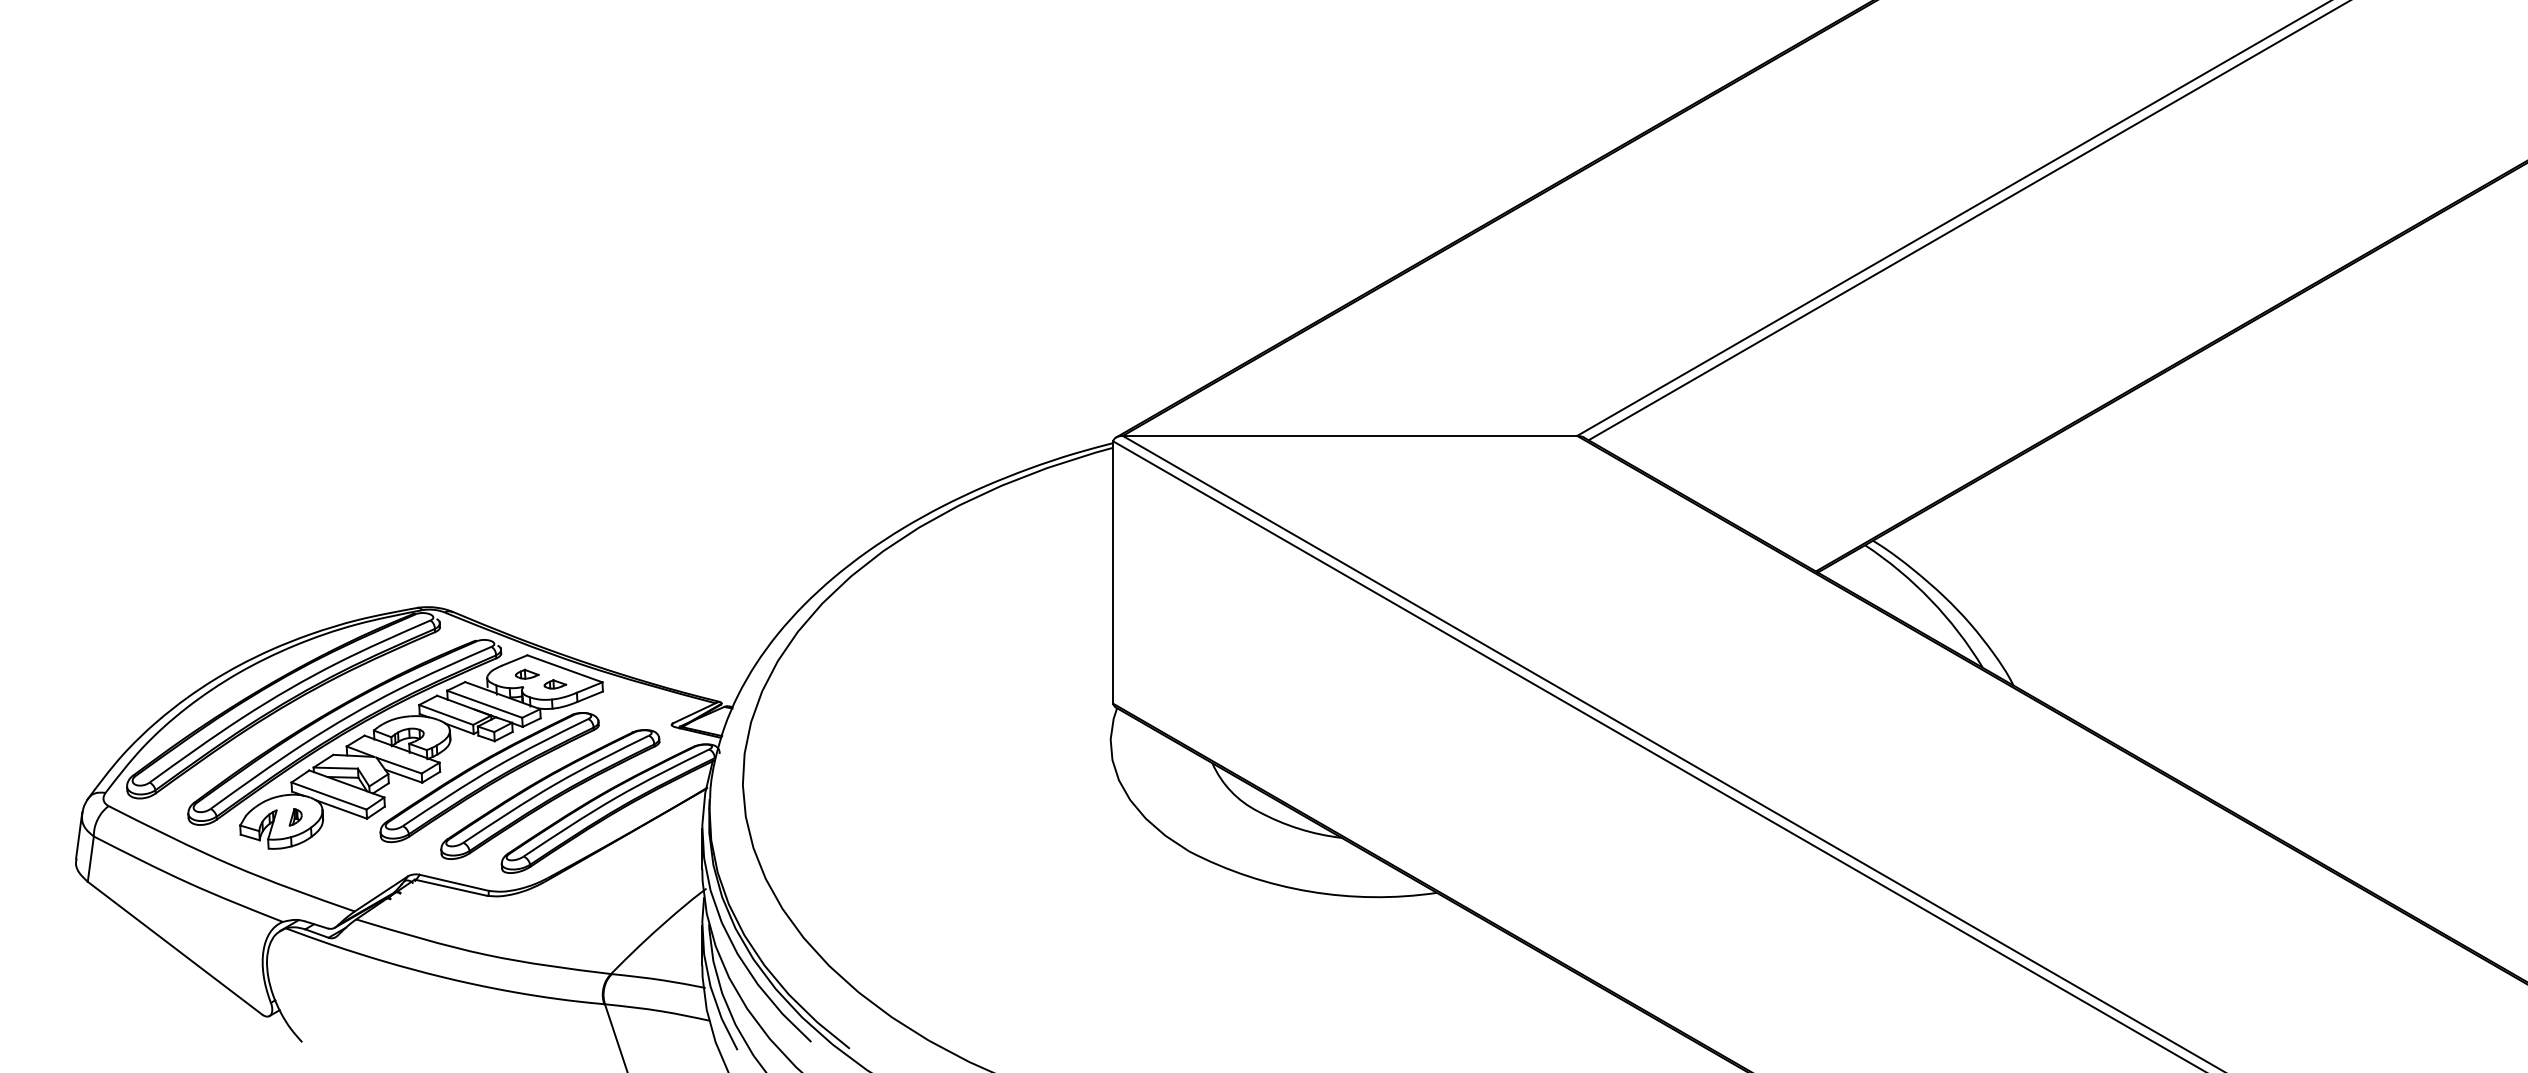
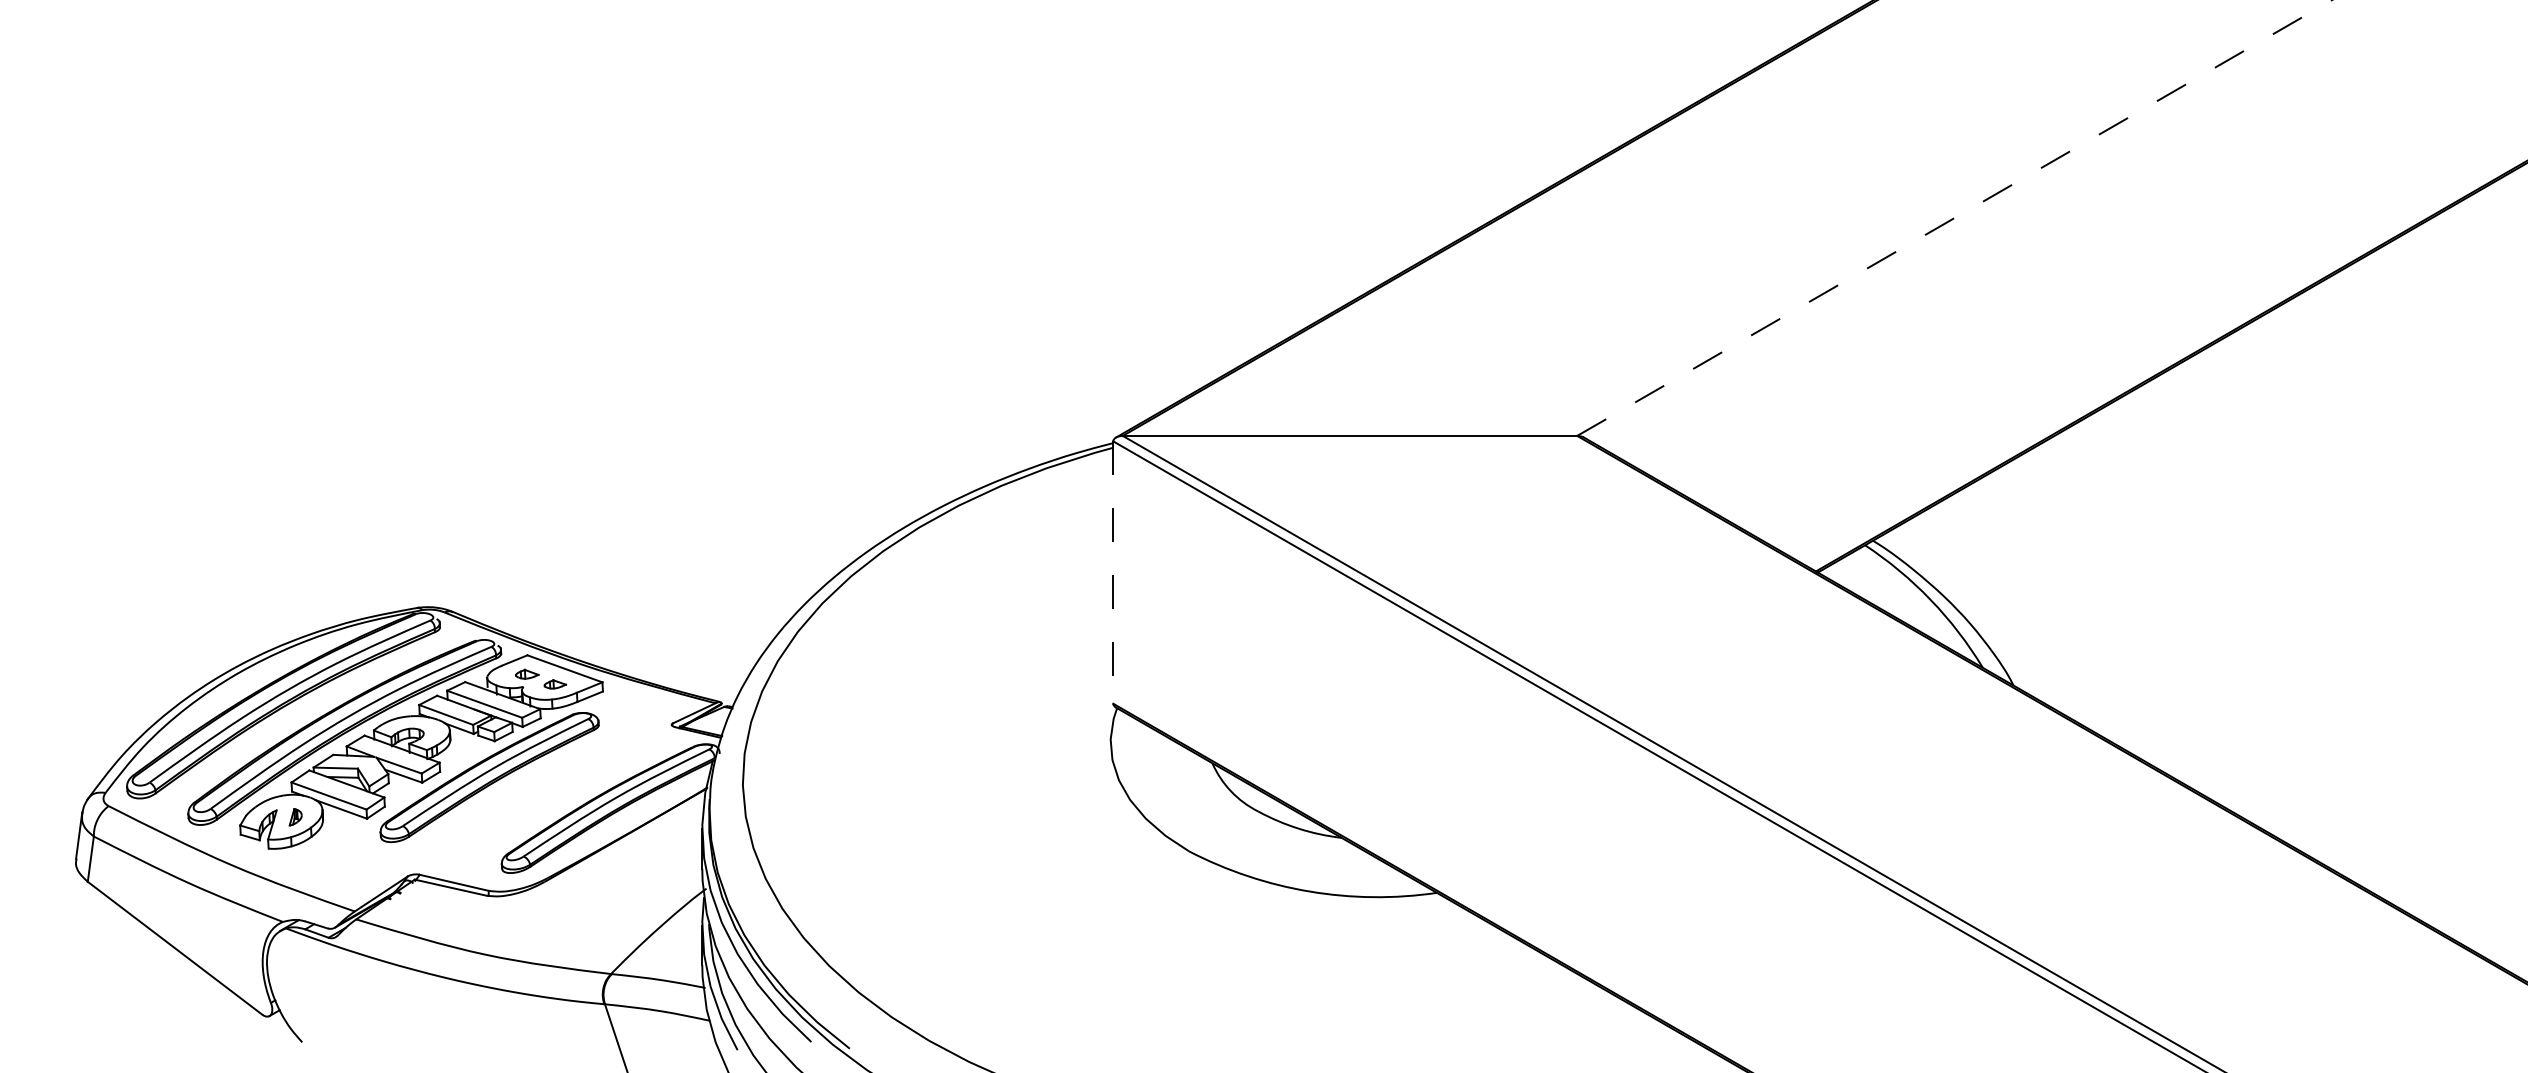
line at (1954, 217): solid -> dashed
line at (1967, 221): present -> none
line at (1113, 573): solid -> dashed
part at (550, 794): present -> none
